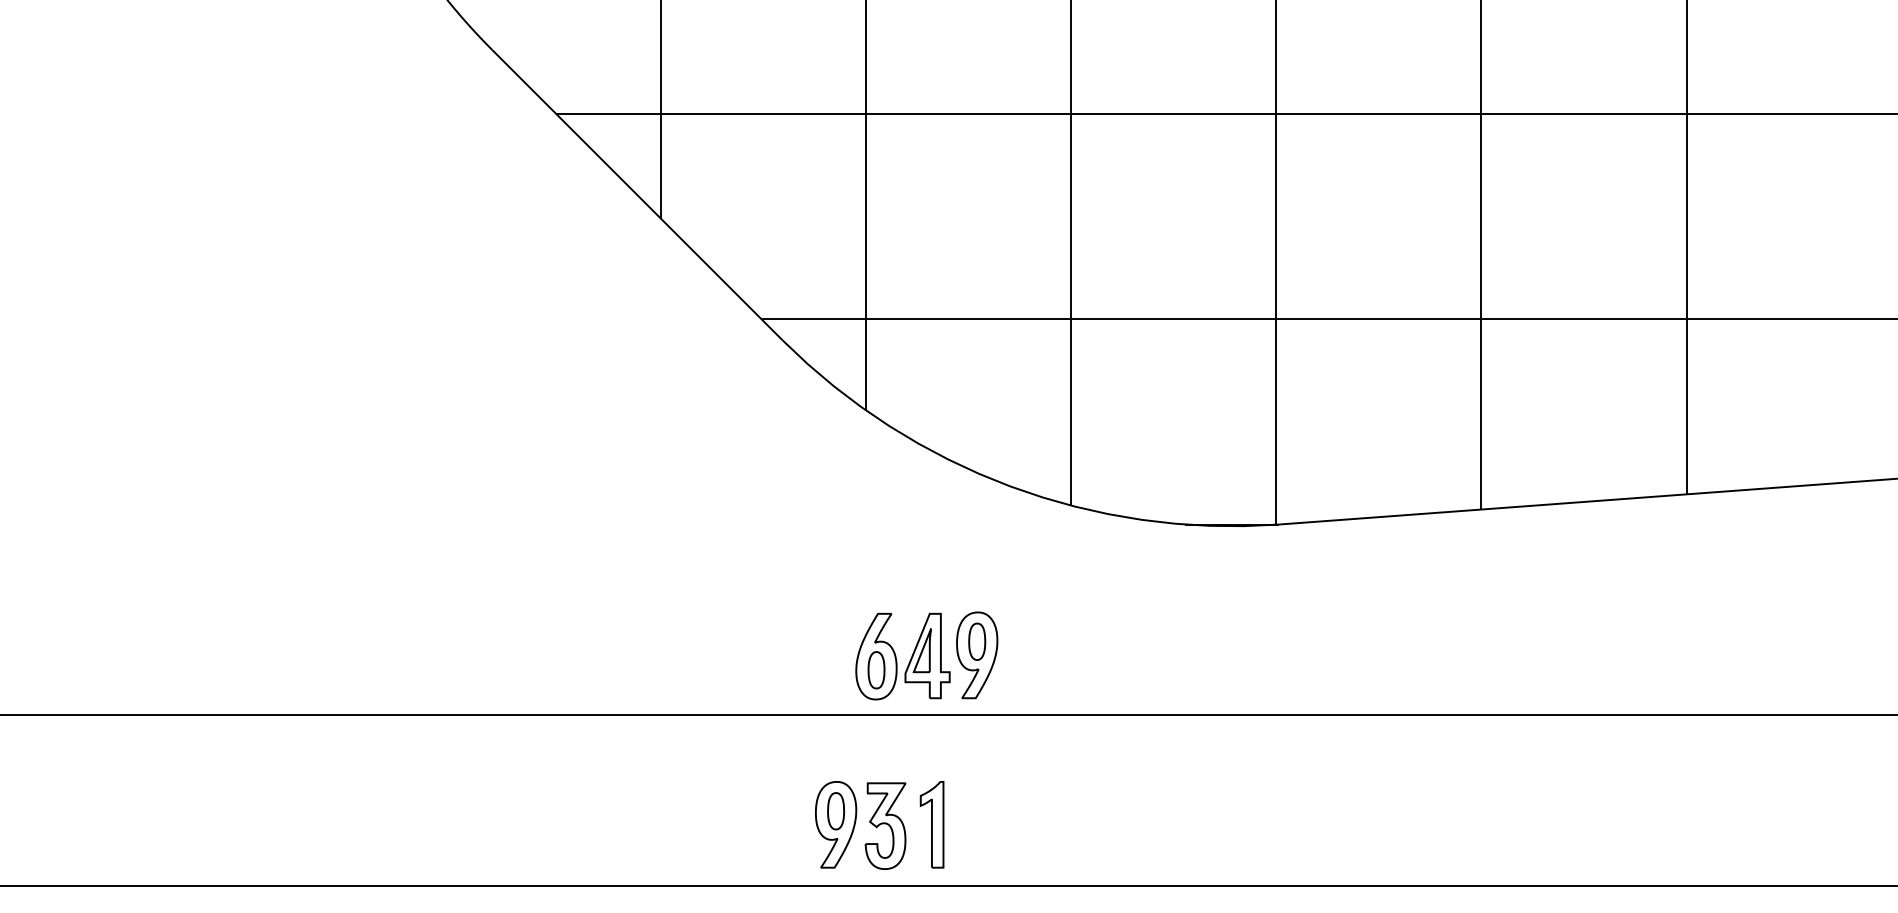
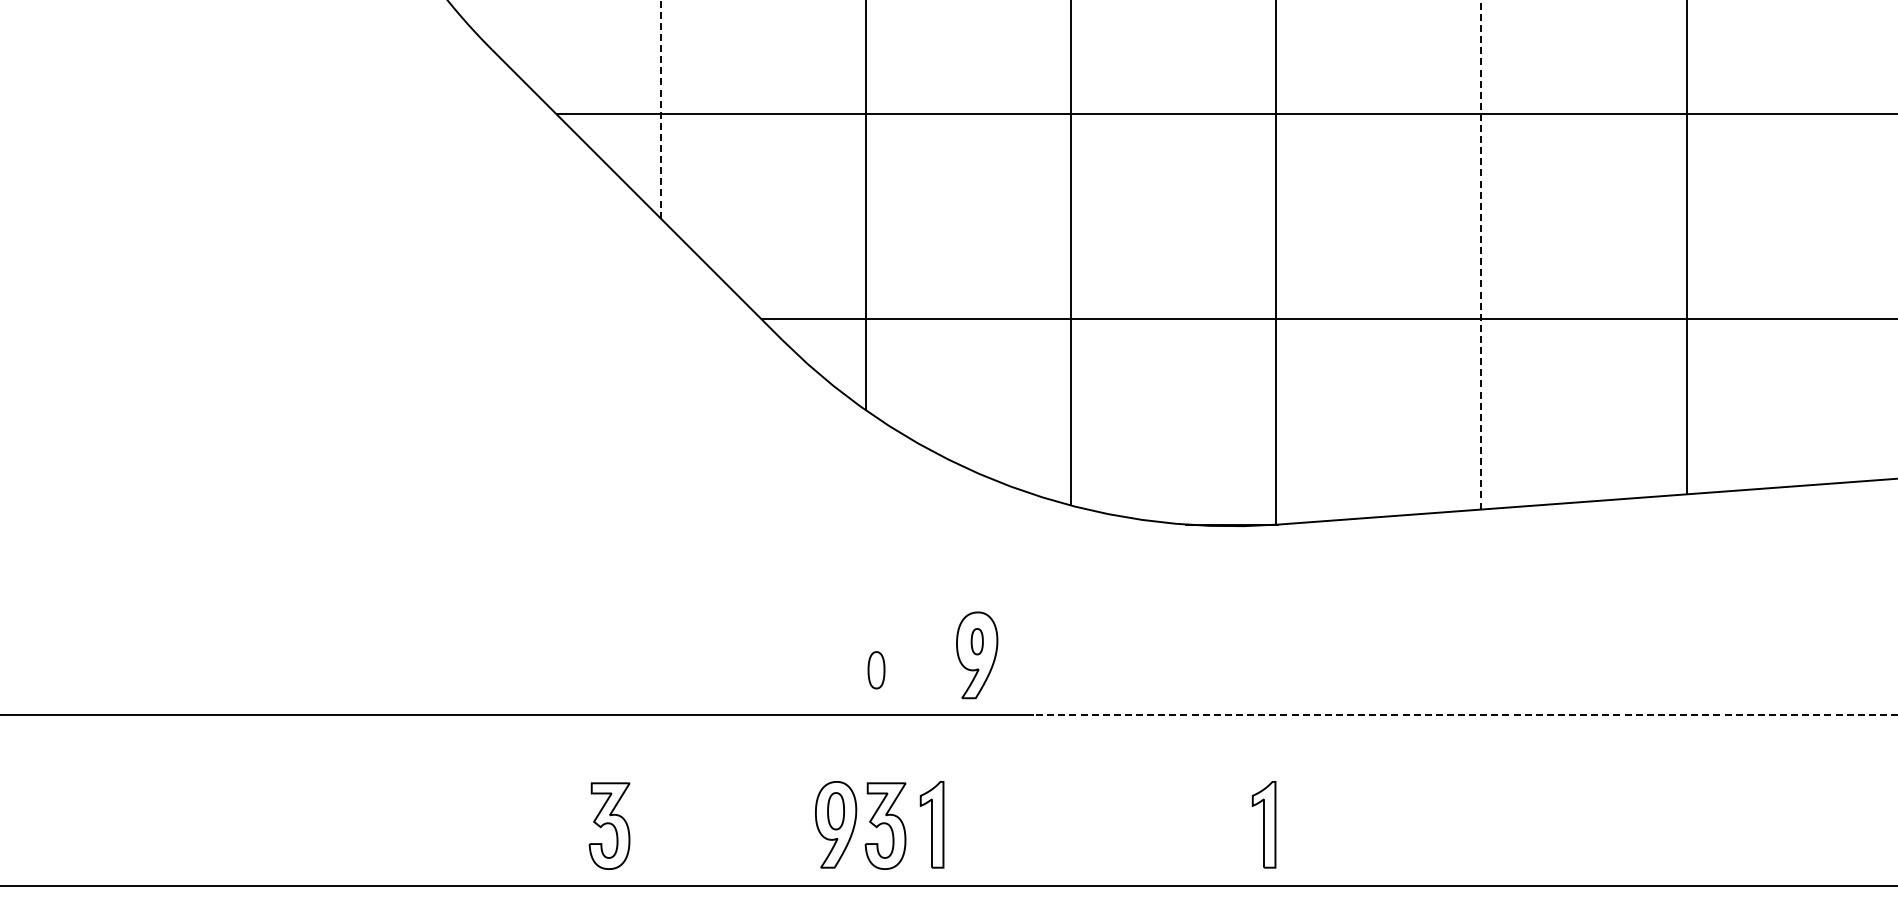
line at (660, 109): solid -> dashed
line at (1481, 254): solid -> dashed
part at (977, 641) size: 19x39 px -> 14x28 px
part at (902, 656): present -> none
line at (1465, 715): solid -> dashed
part at (1263, 824): none -> present
part at (609, 825): none -> present
